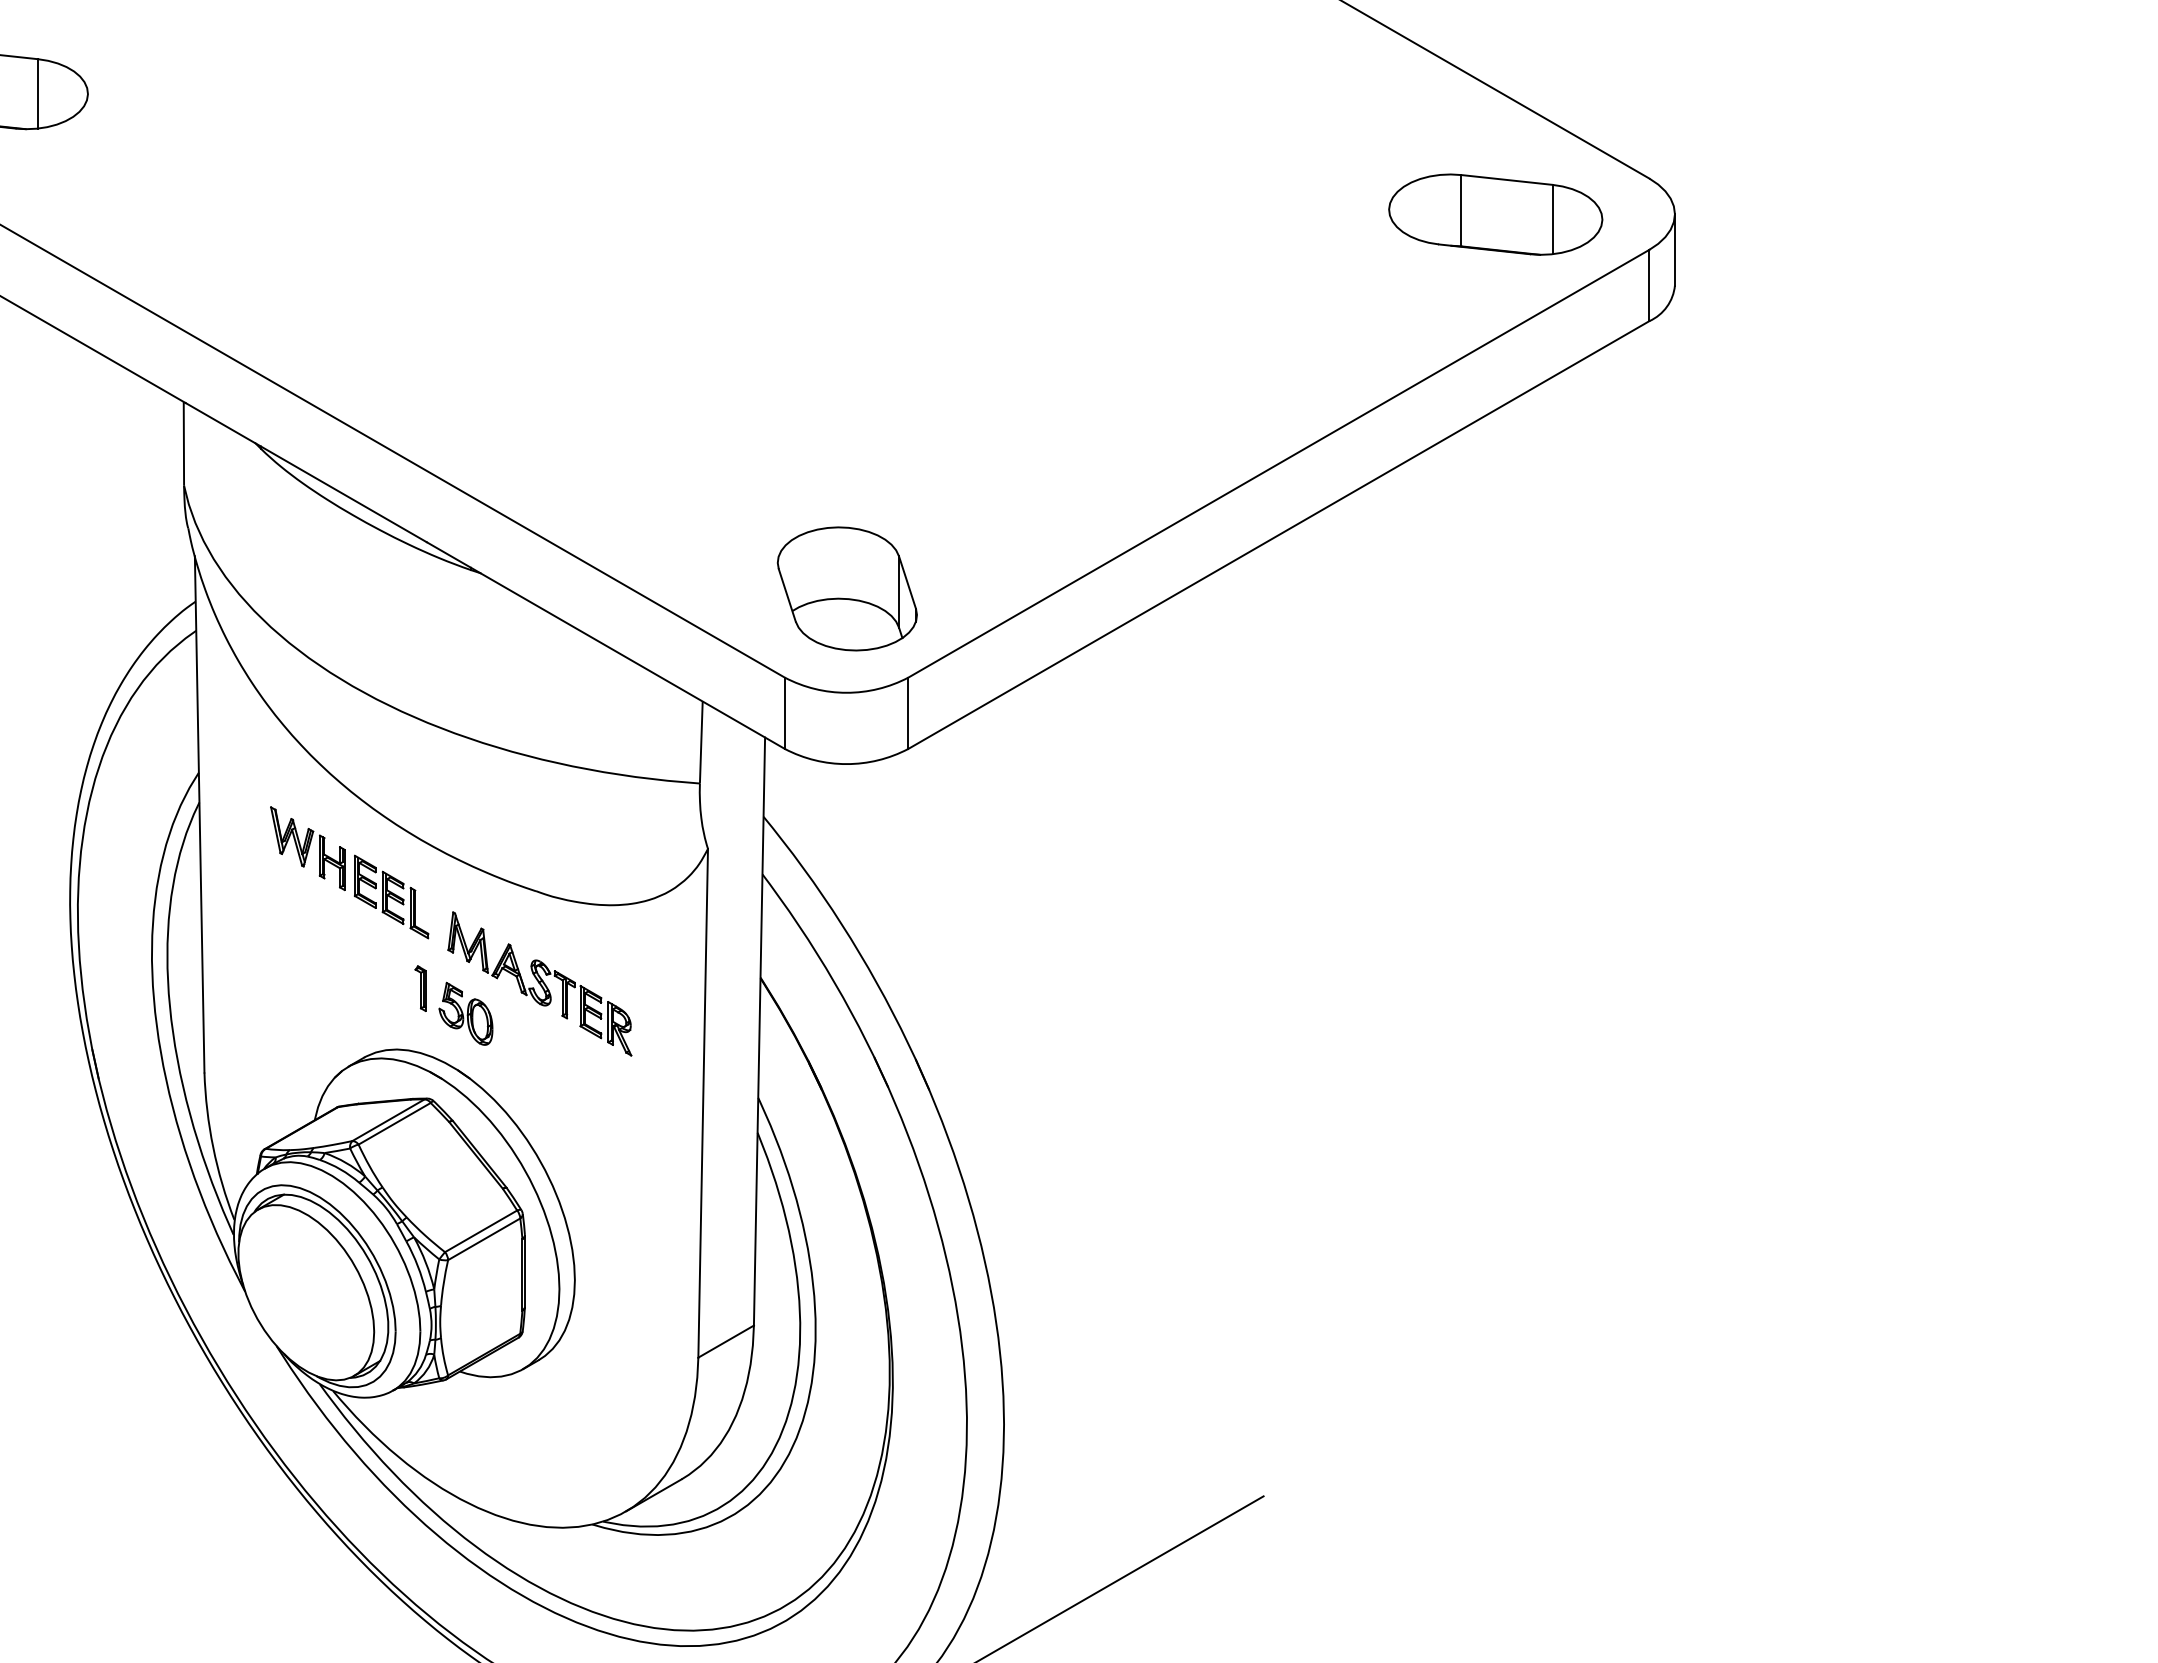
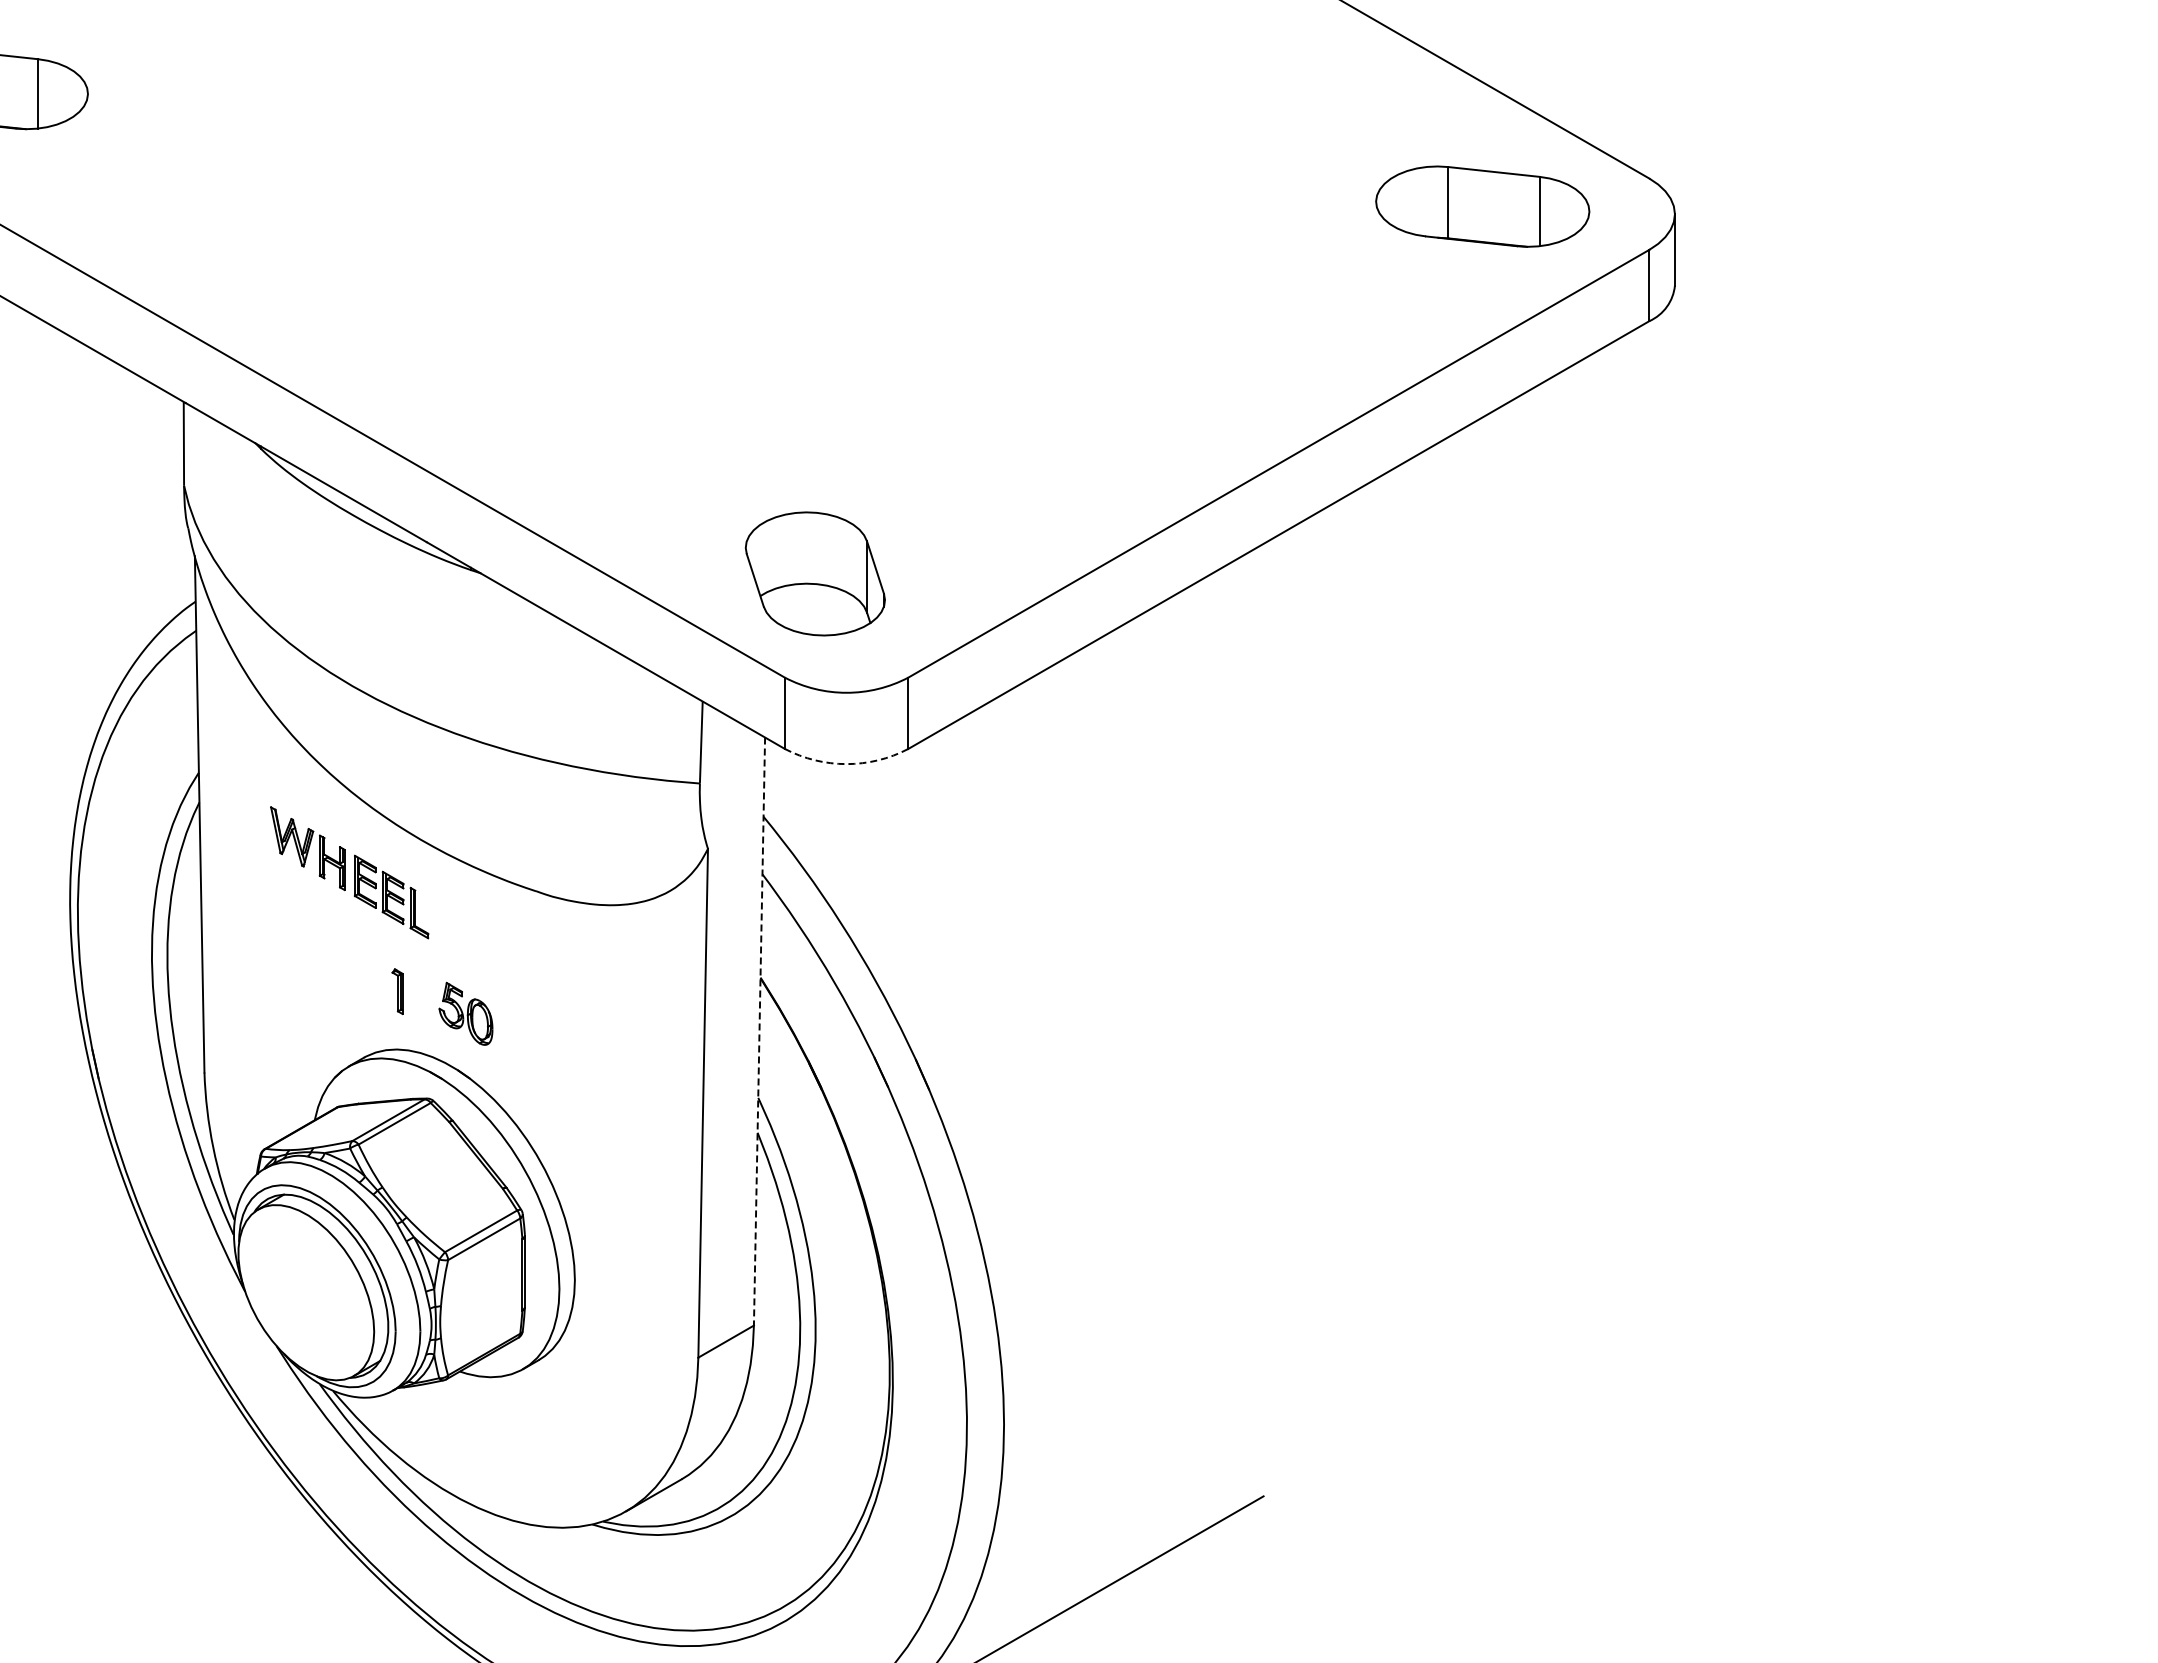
part at (1495, 214) position: (1495, 214) -> (1482, 206)
part at (846, 588) position: (846, 588) -> (814, 573)
arc at (846, 764): solid -> dashed
part at (539, 983): present -> none
part at (420, 988) position: (420, 988) -> (397, 991)
line at (759, 1032): solid -> dashed
